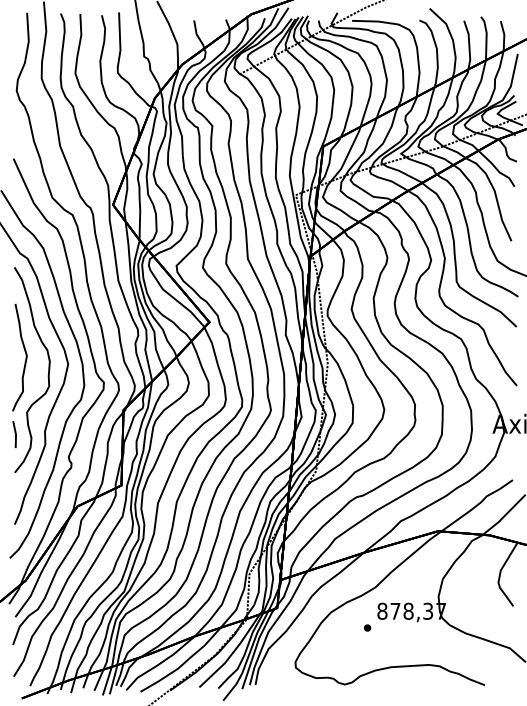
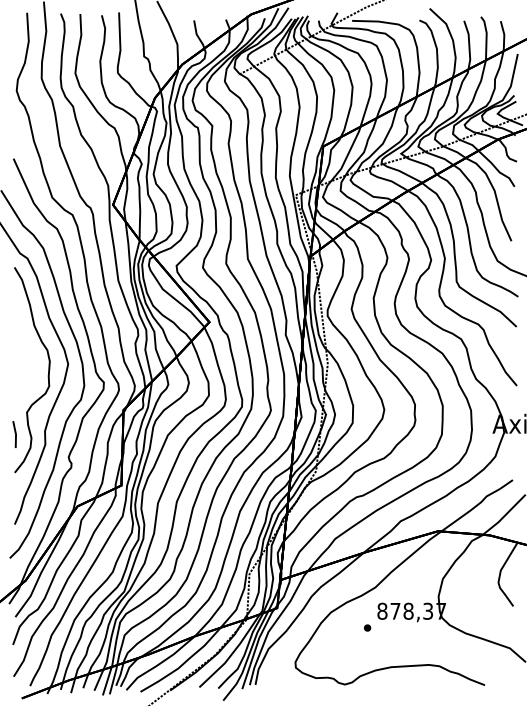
curve at (25, 357): present -> none
